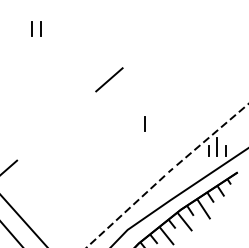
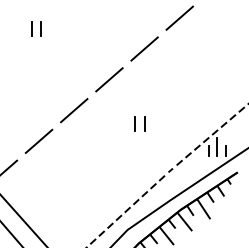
line at (179, 17): none -> present
line at (144, 48): none -> present
line at (74, 110): none -> present
line at (134, 123): none -> present
line at (38, 140): none -> present
